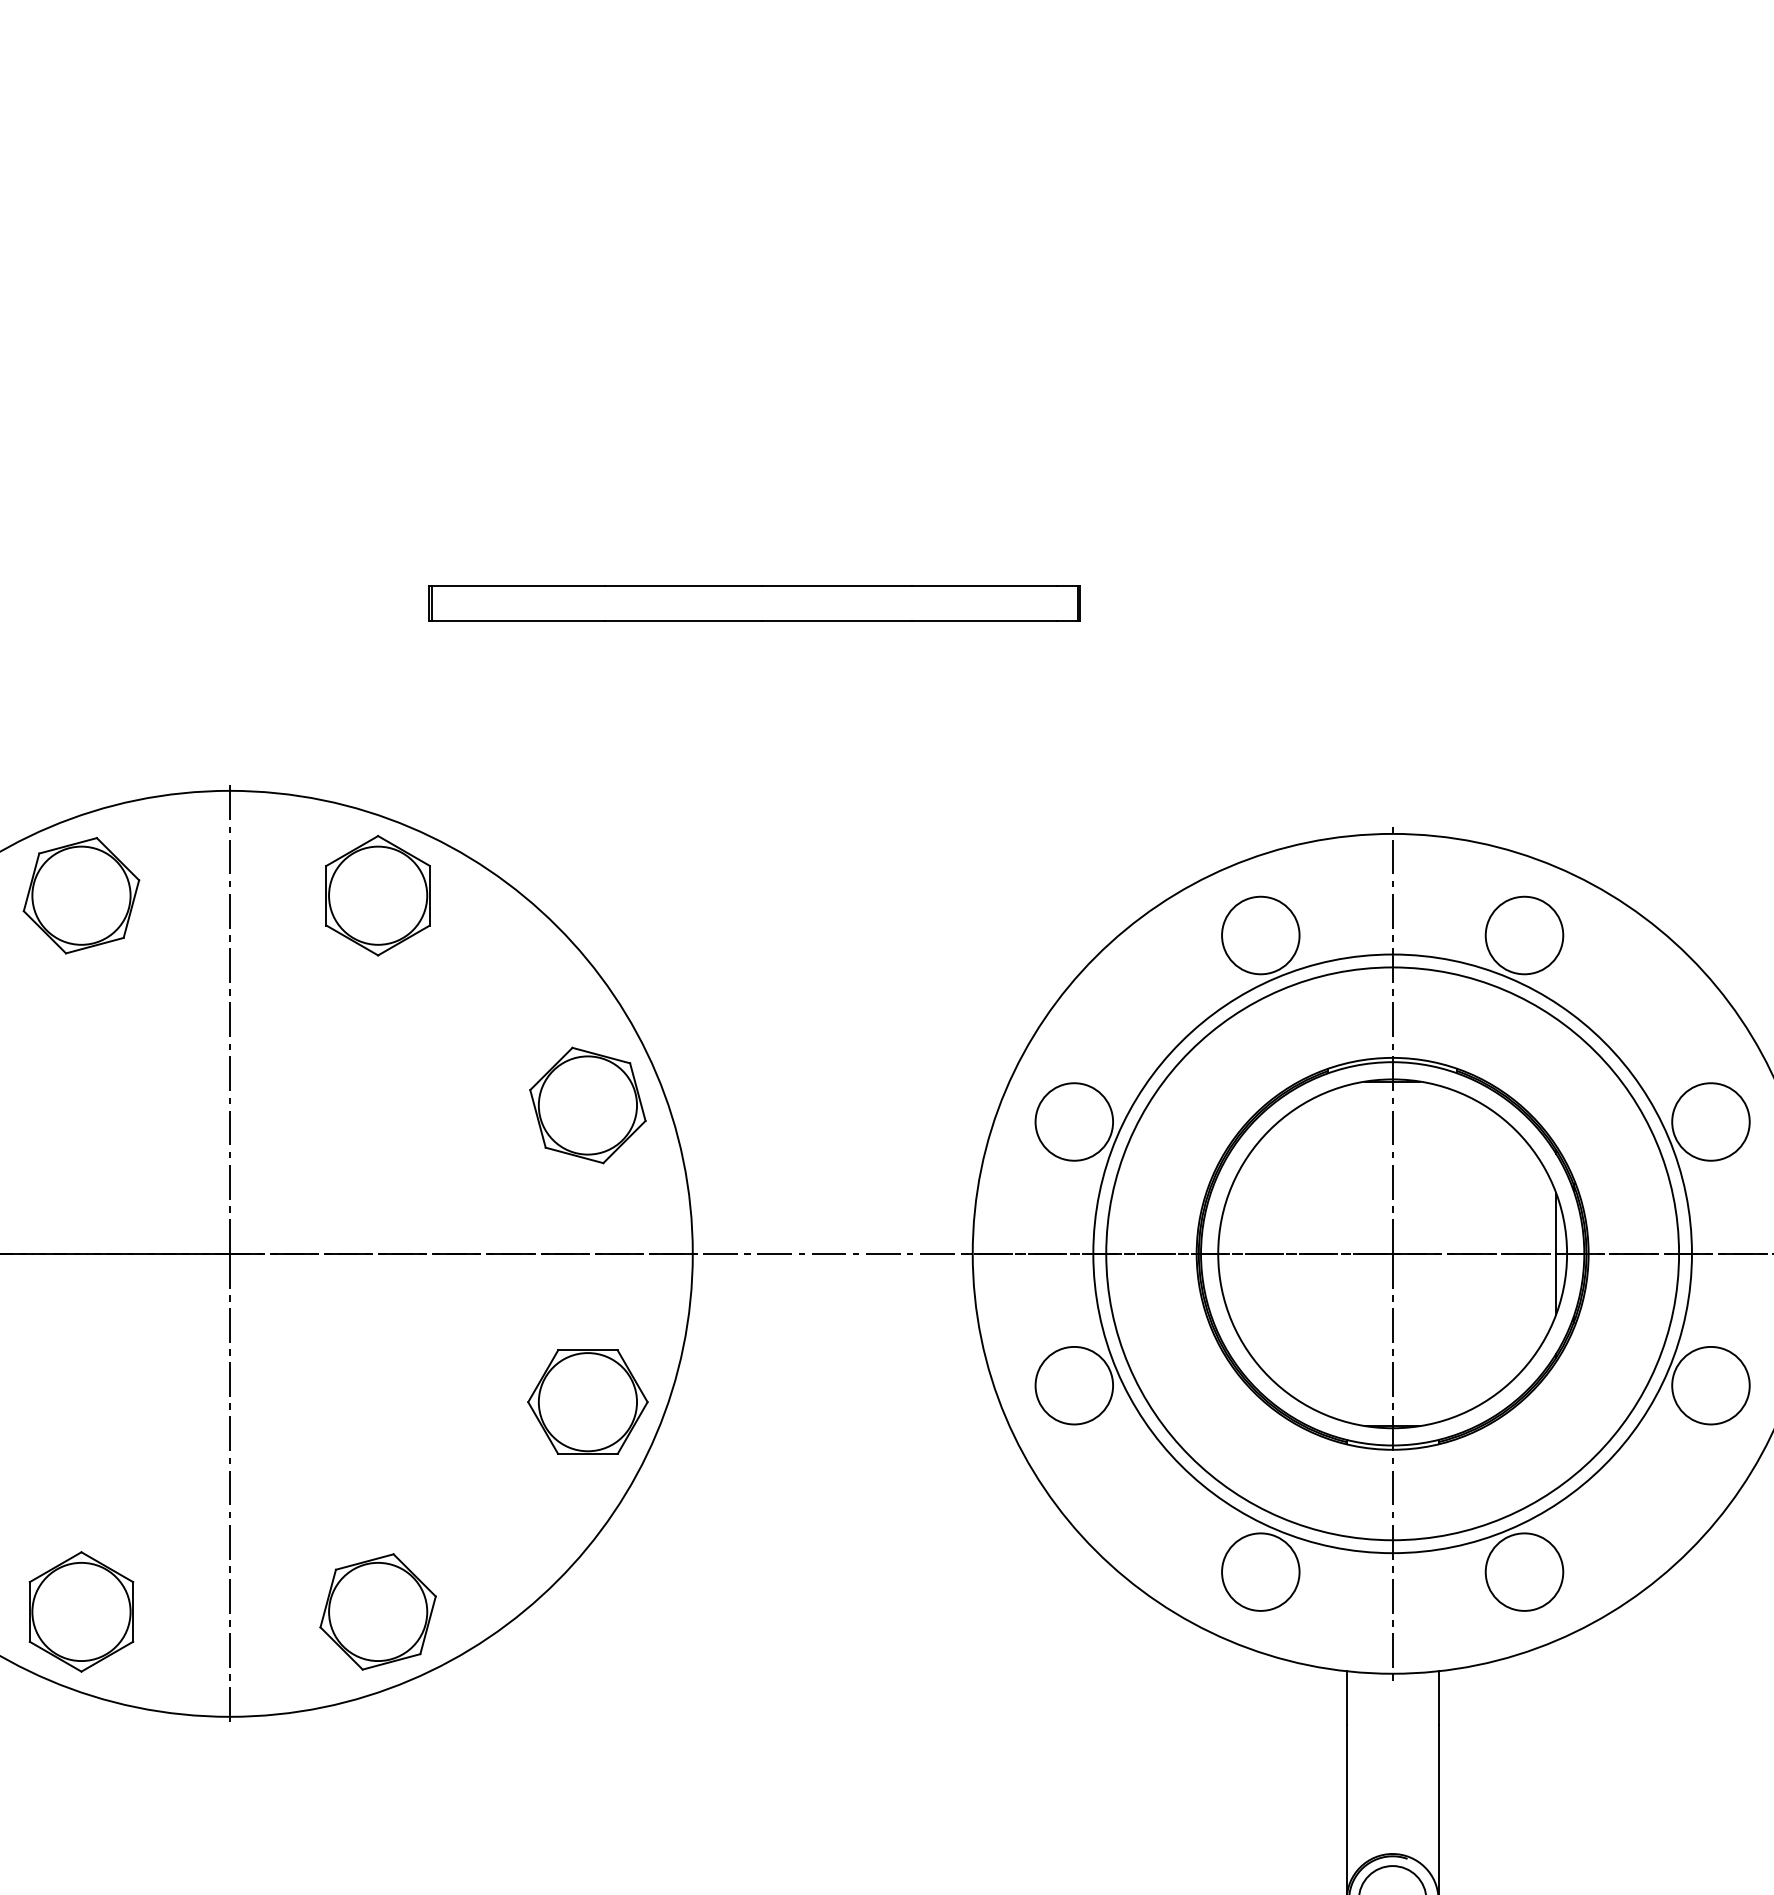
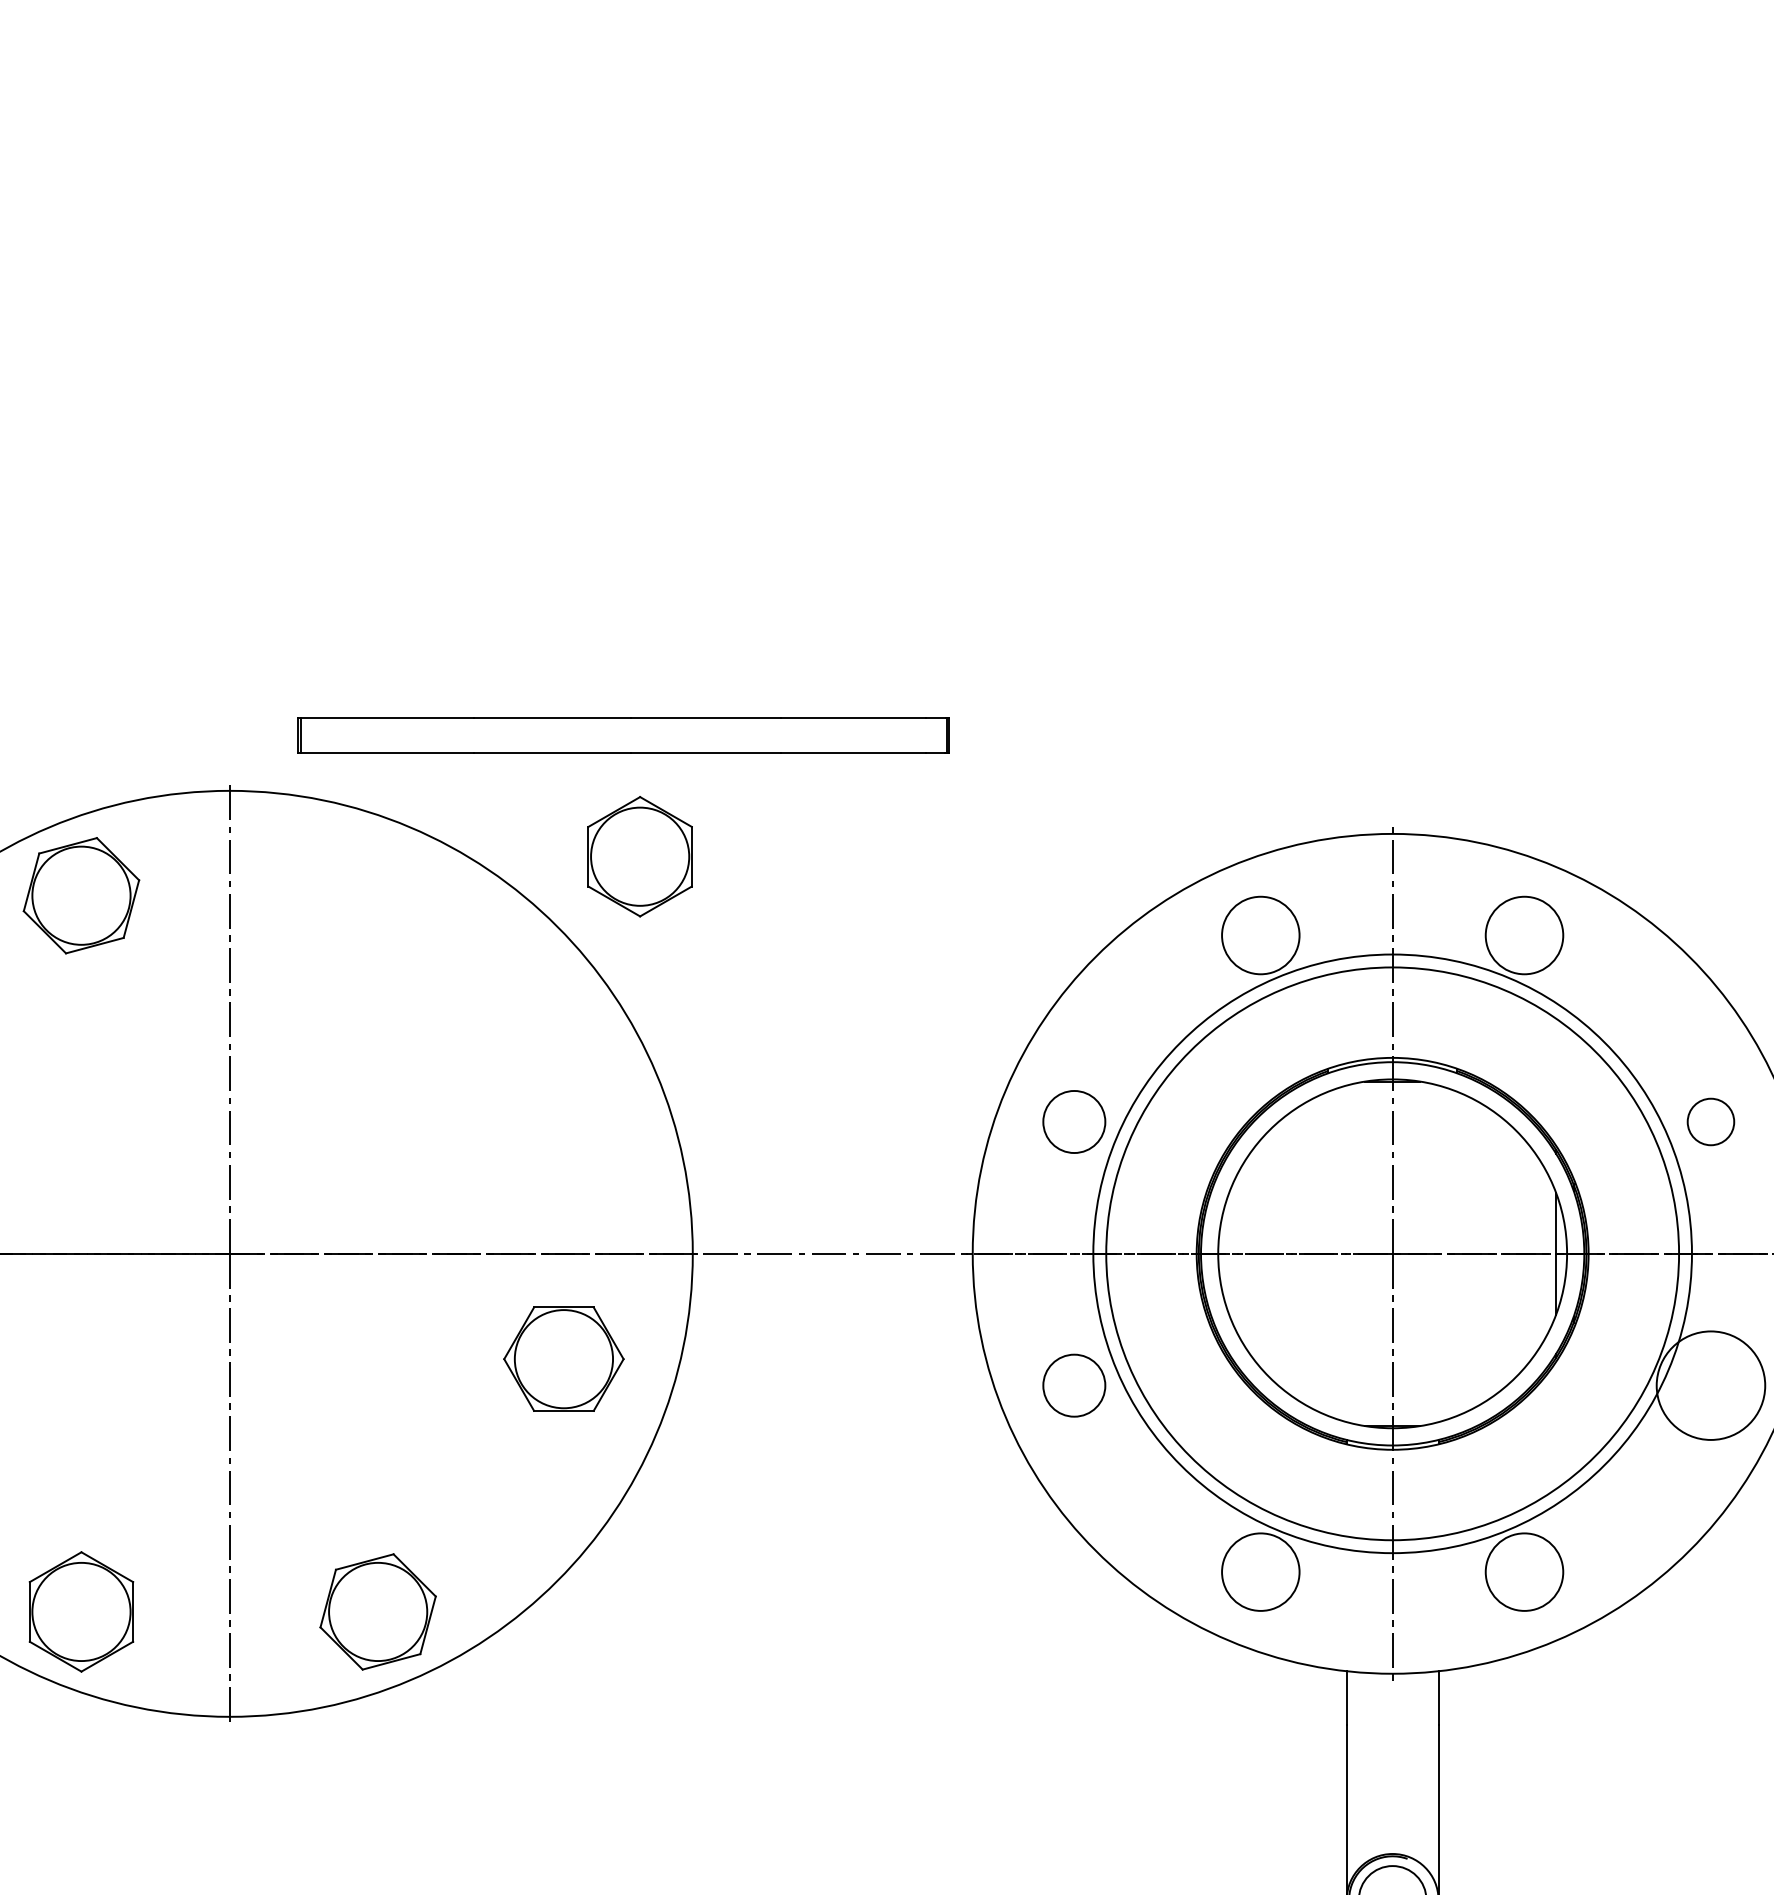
part at (754, 603) position: (754, 603) -> (623, 735)
part at (377, 895) position: (377, 895) -> (639, 856)
part at (587, 1105): present -> none
circle at (1074, 1121) diameter: 78 px -> 62 px
circle at (1710, 1121) diameter: 78 px -> 47 px
circle at (1074, 1385) diameter: 78 px -> 62 px
circle at (1710, 1385) diameter: 78 px -> 109 px
part at (587, 1401) position: (587, 1401) -> (563, 1358)
